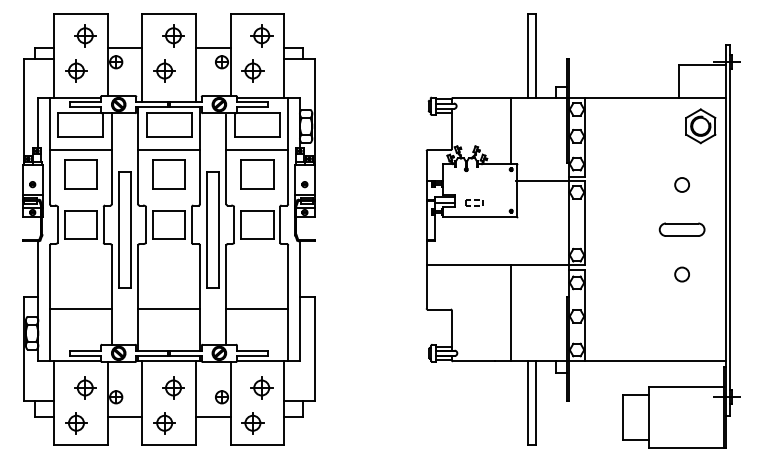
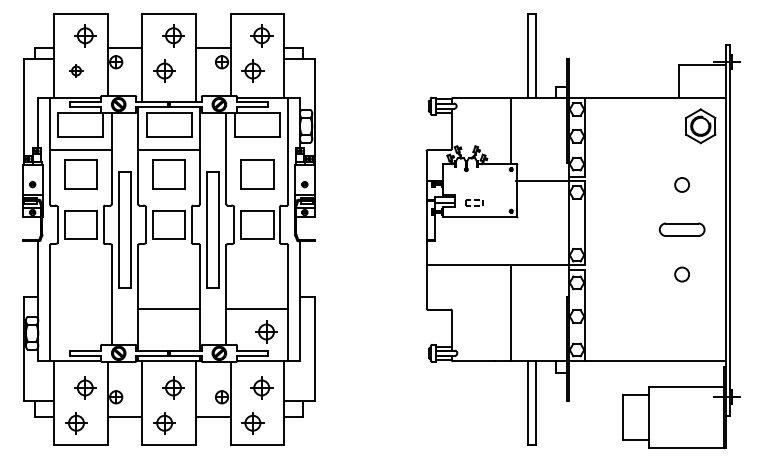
part at (76, 70) size: 23x24 px -> 15x14 px
line at (257, 150): present -> none
line at (80, 308): present -> none
part at (266, 331): none -> present
